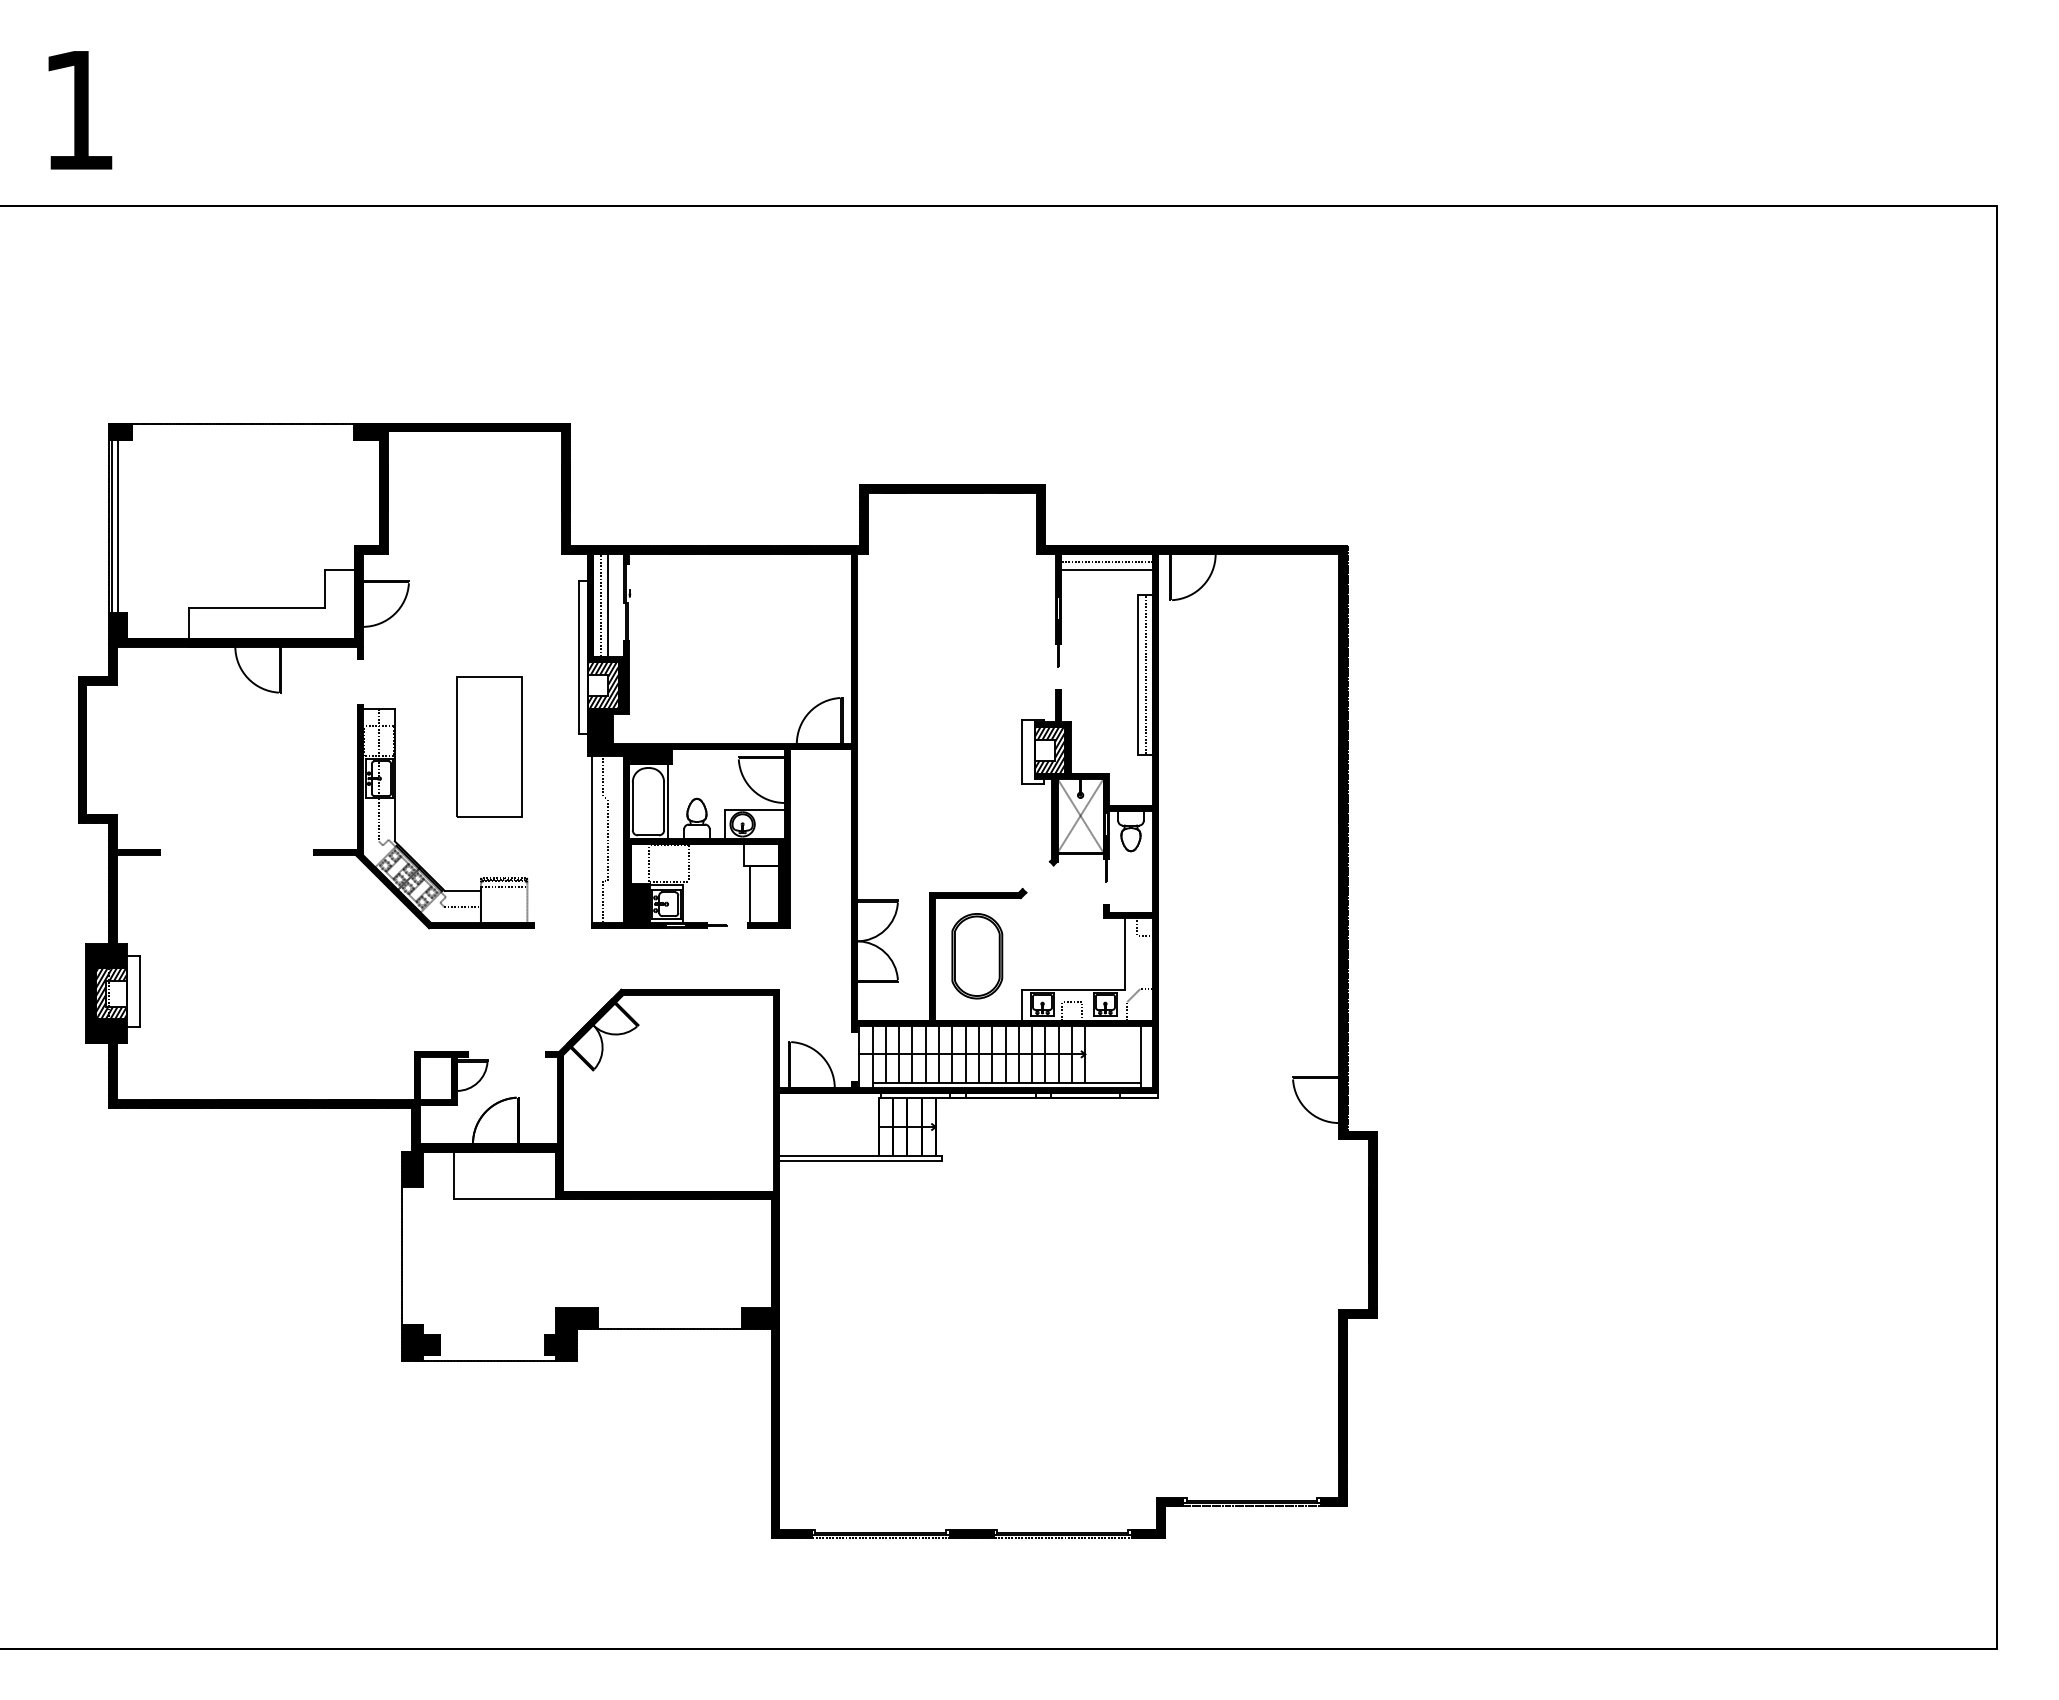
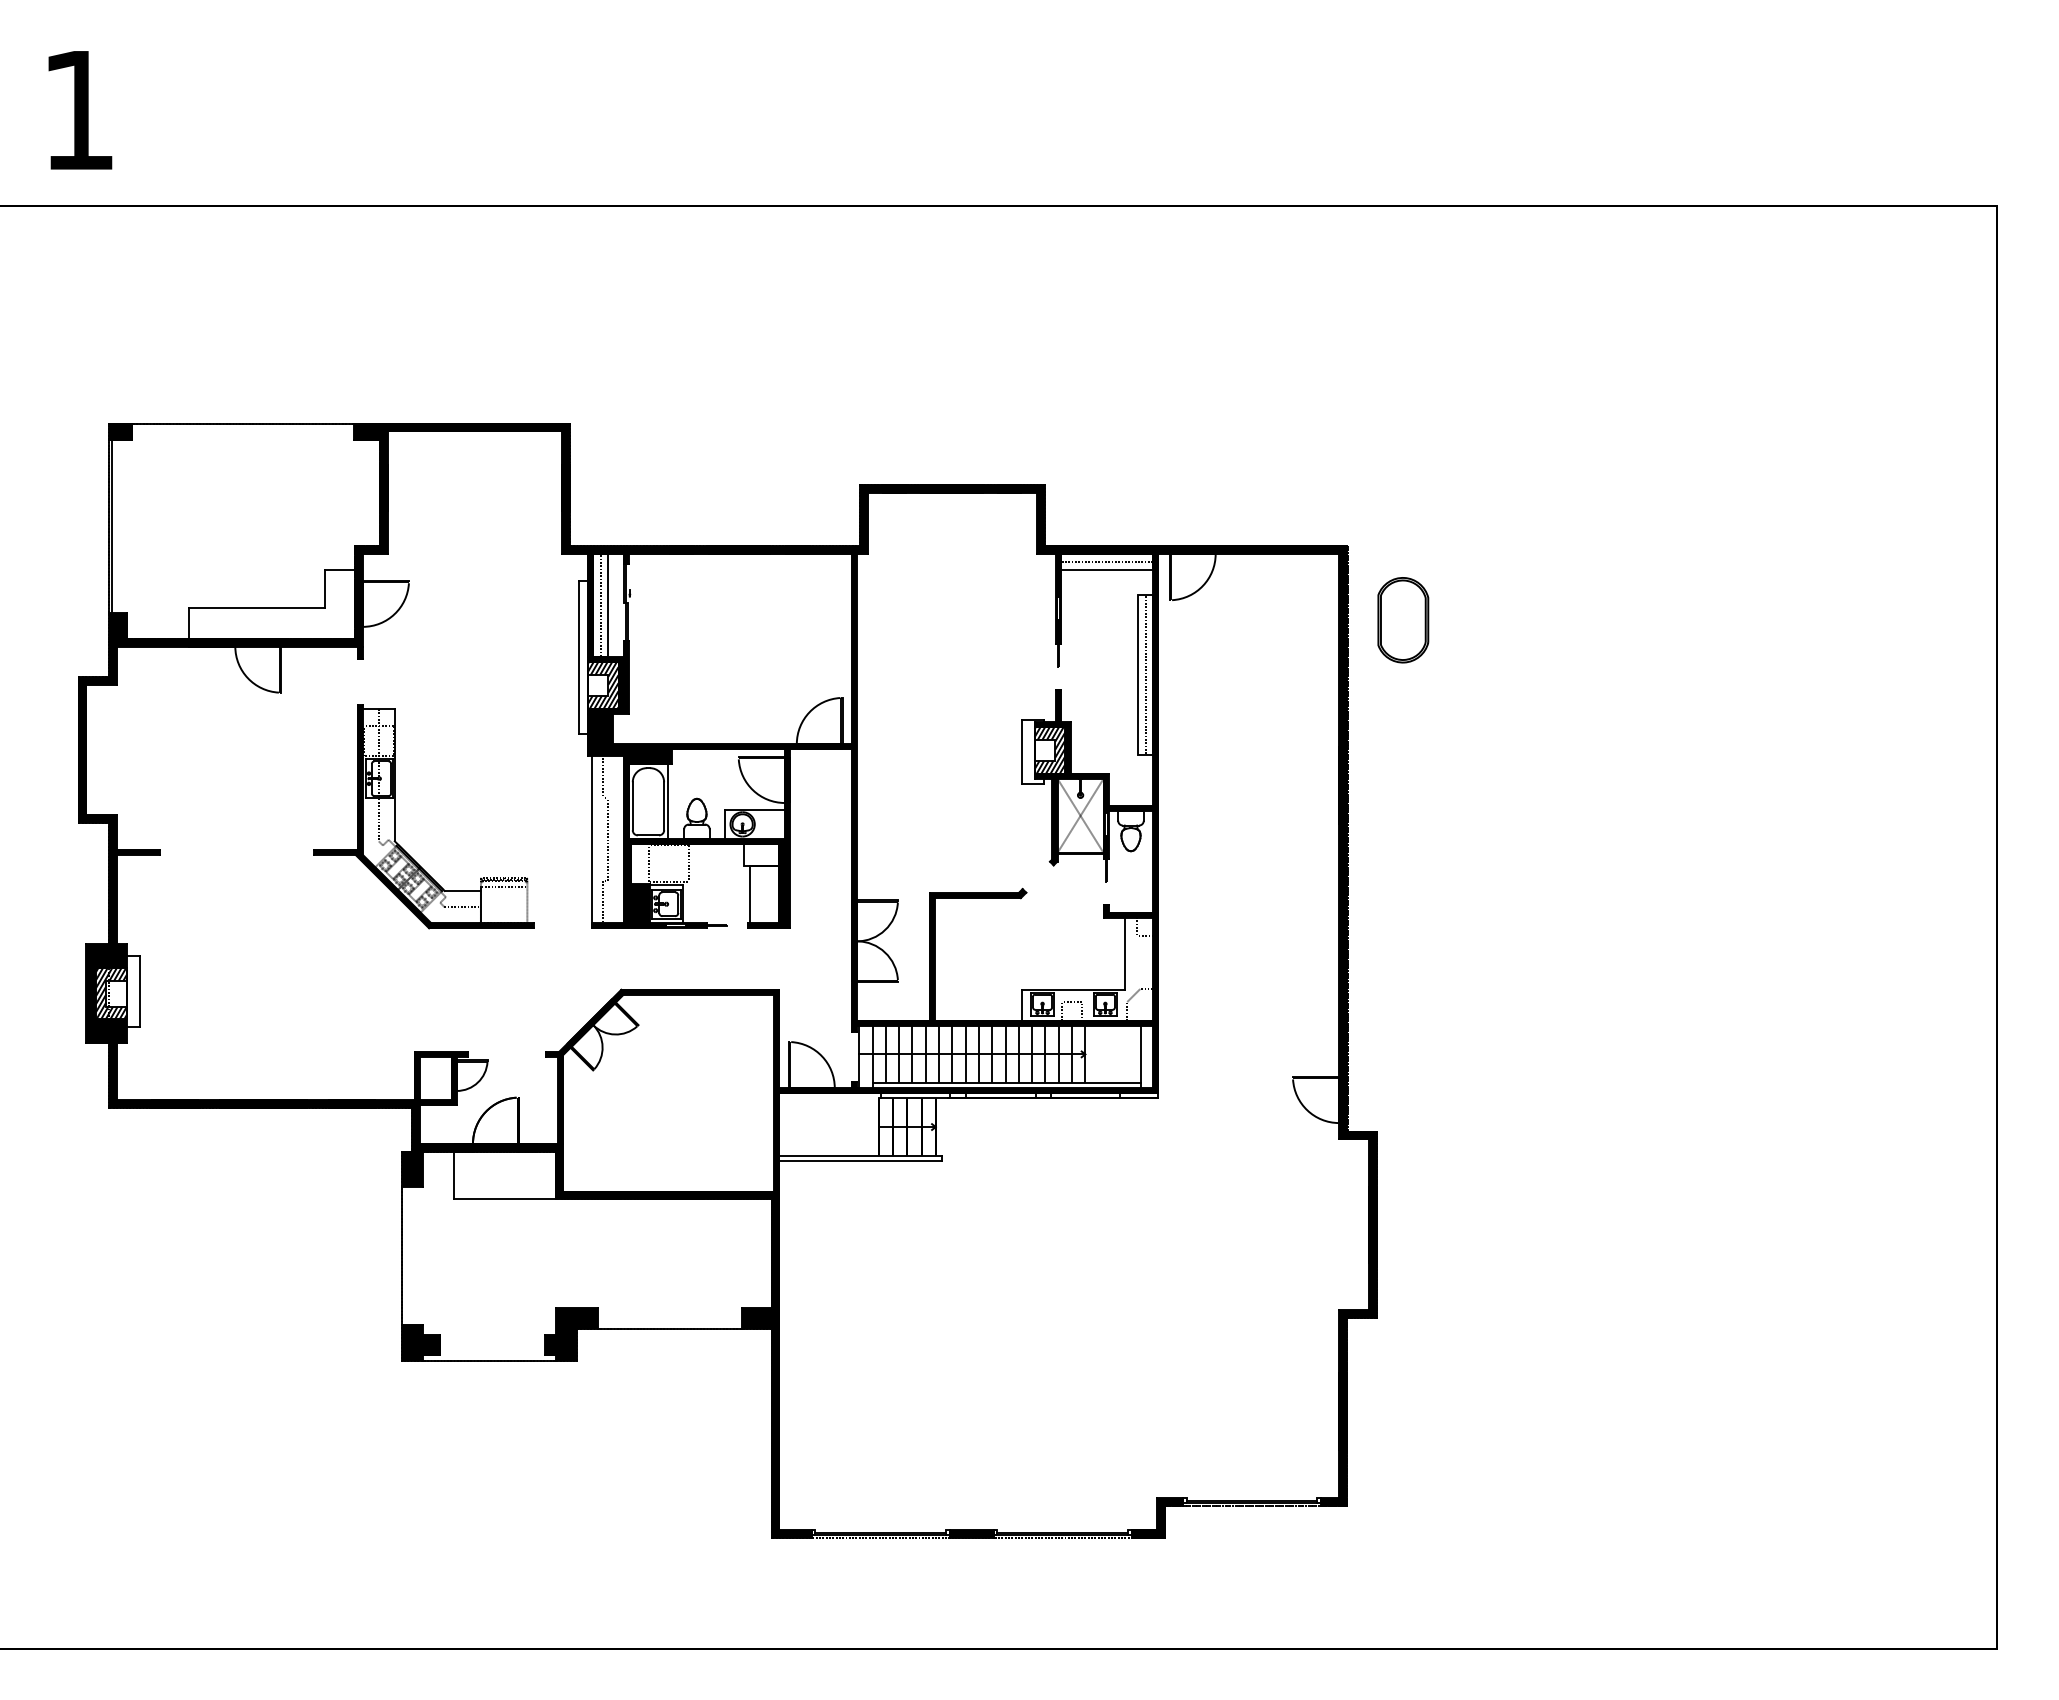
line at (118, 526): present -> none
part at (489, 746): present -> none
part at (977, 956) position: (977, 956) -> (1403, 620)
